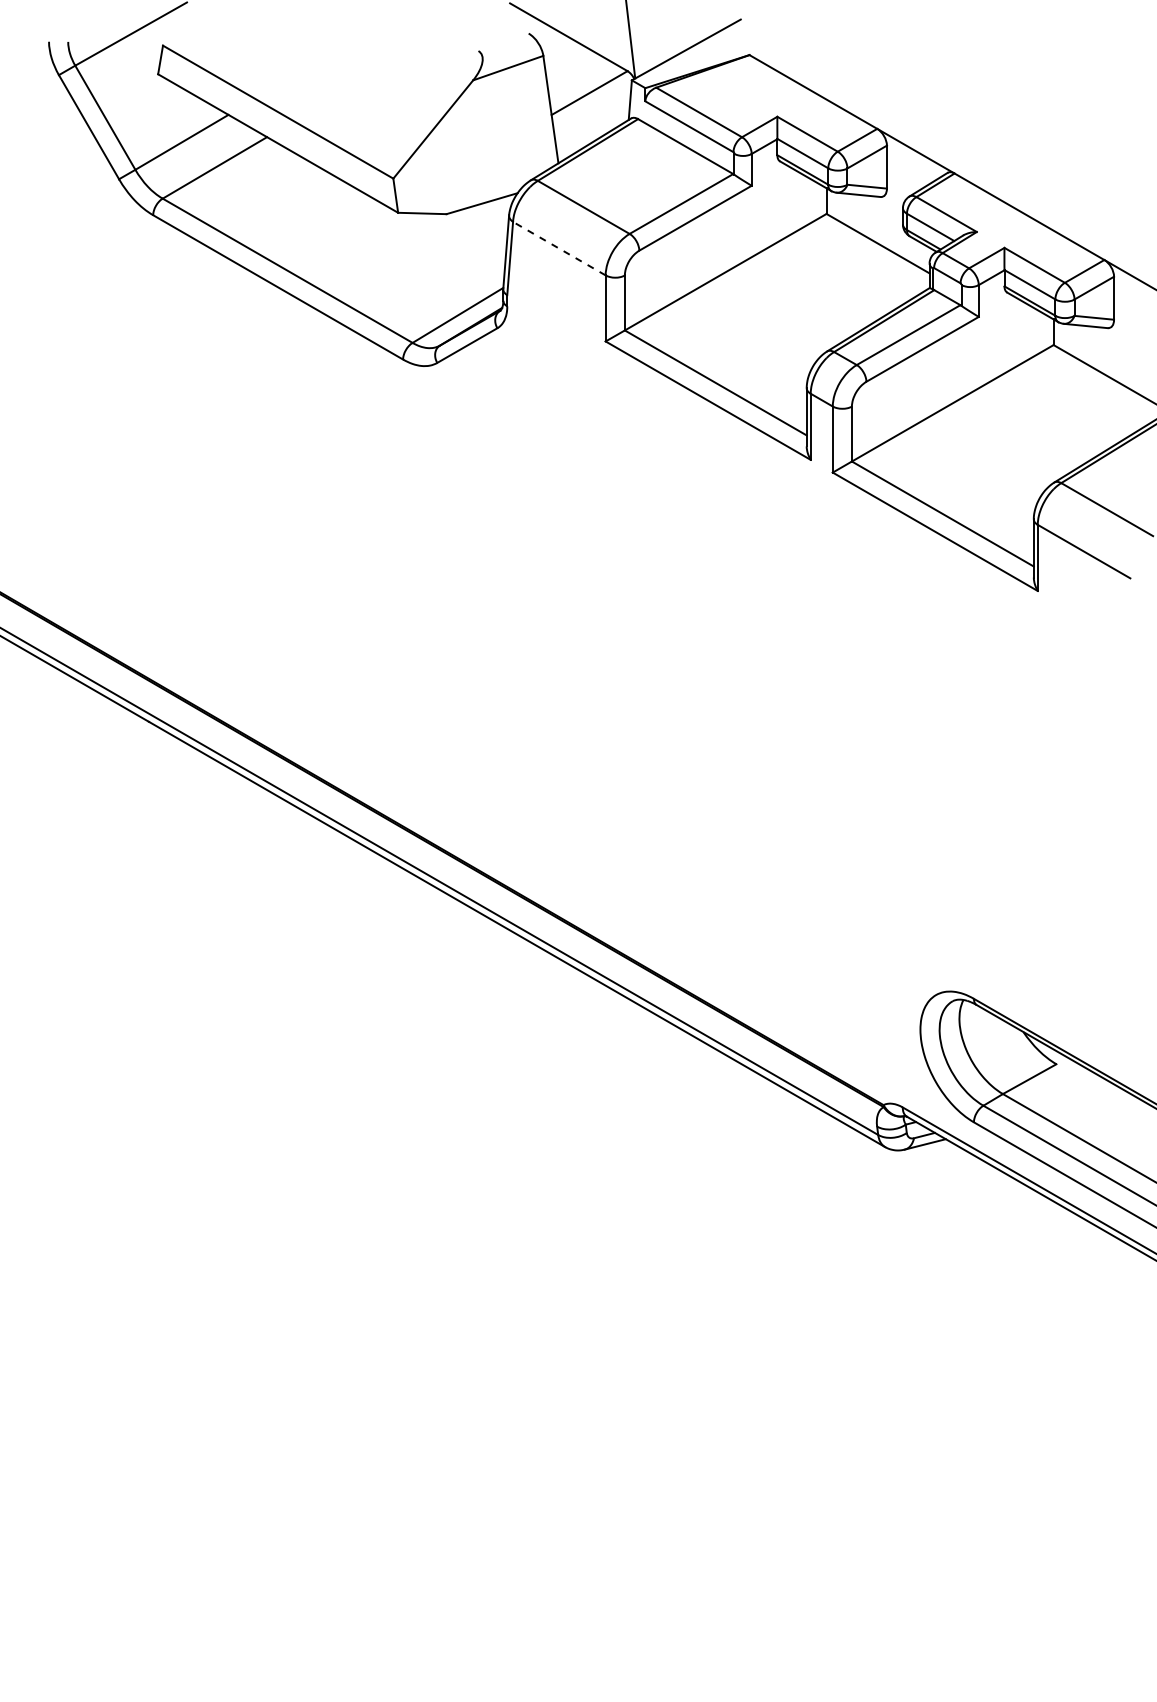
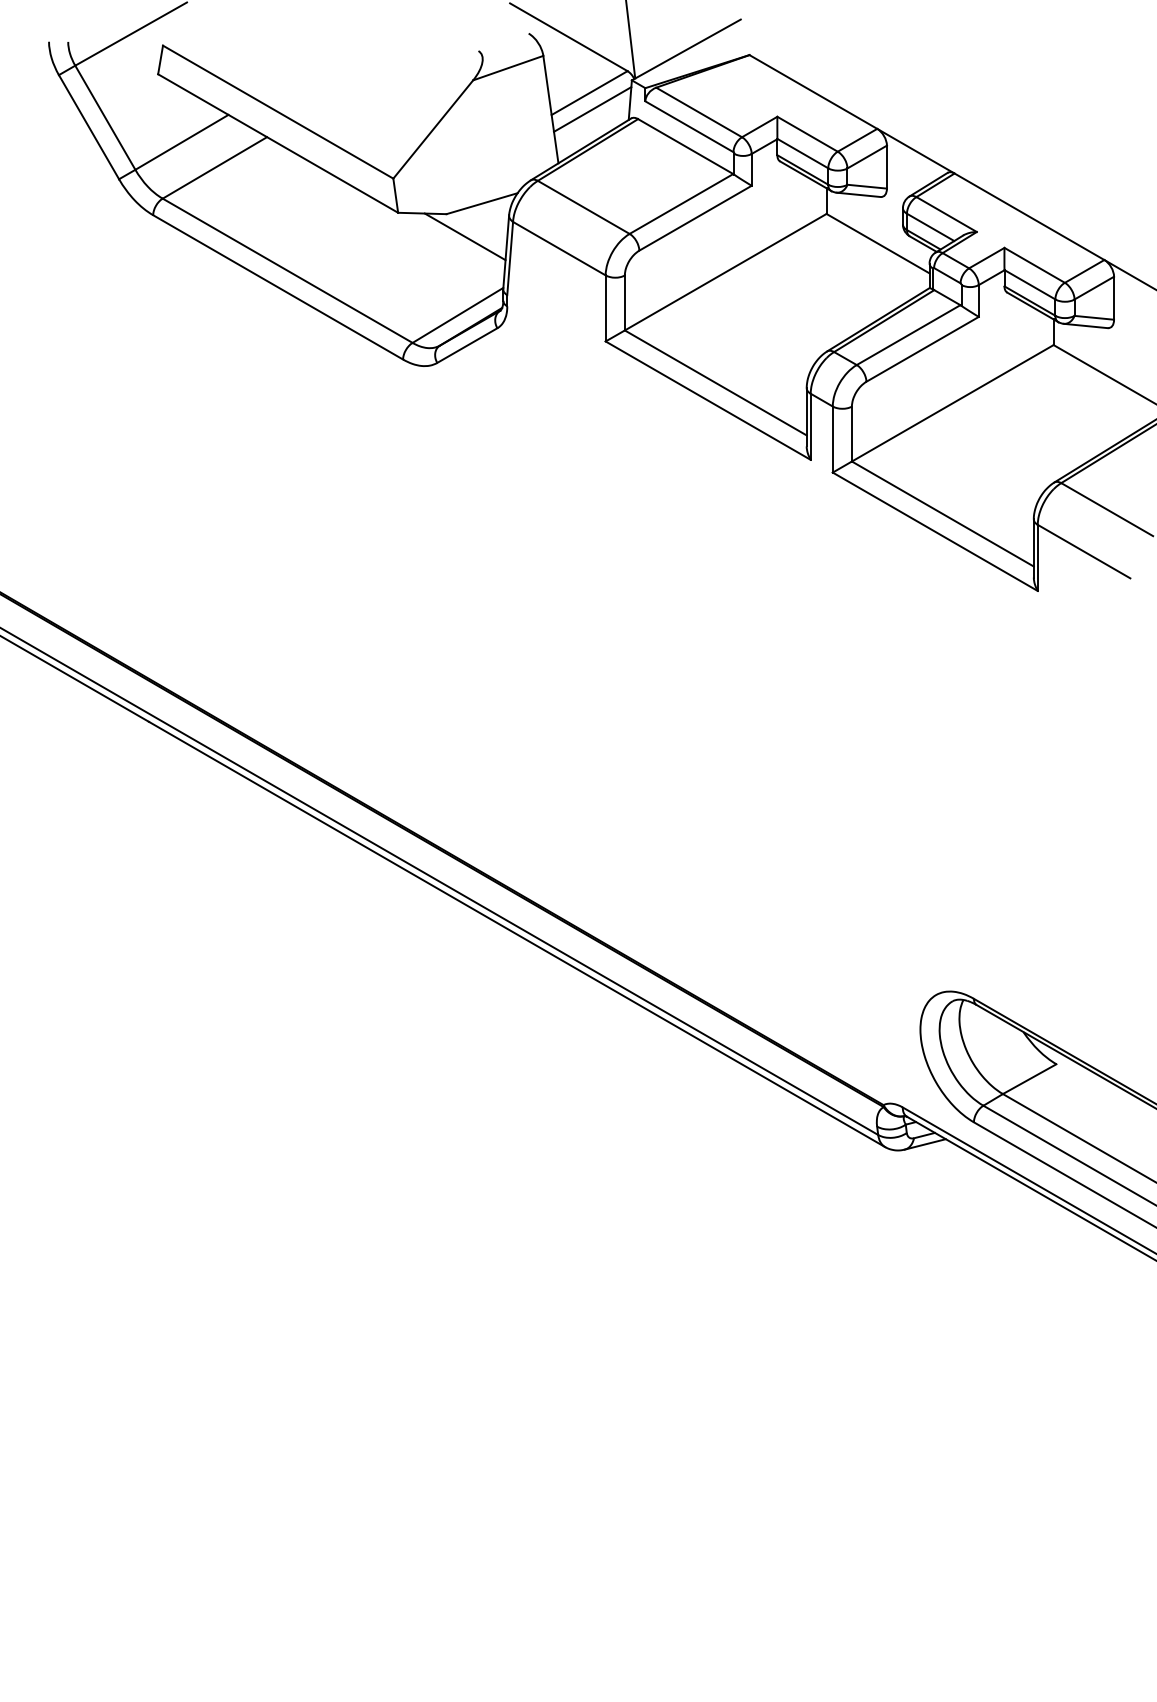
line at (592, 109): none -> present
line at (464, 236): none -> present
line at (558, 248): dashed -> solid
